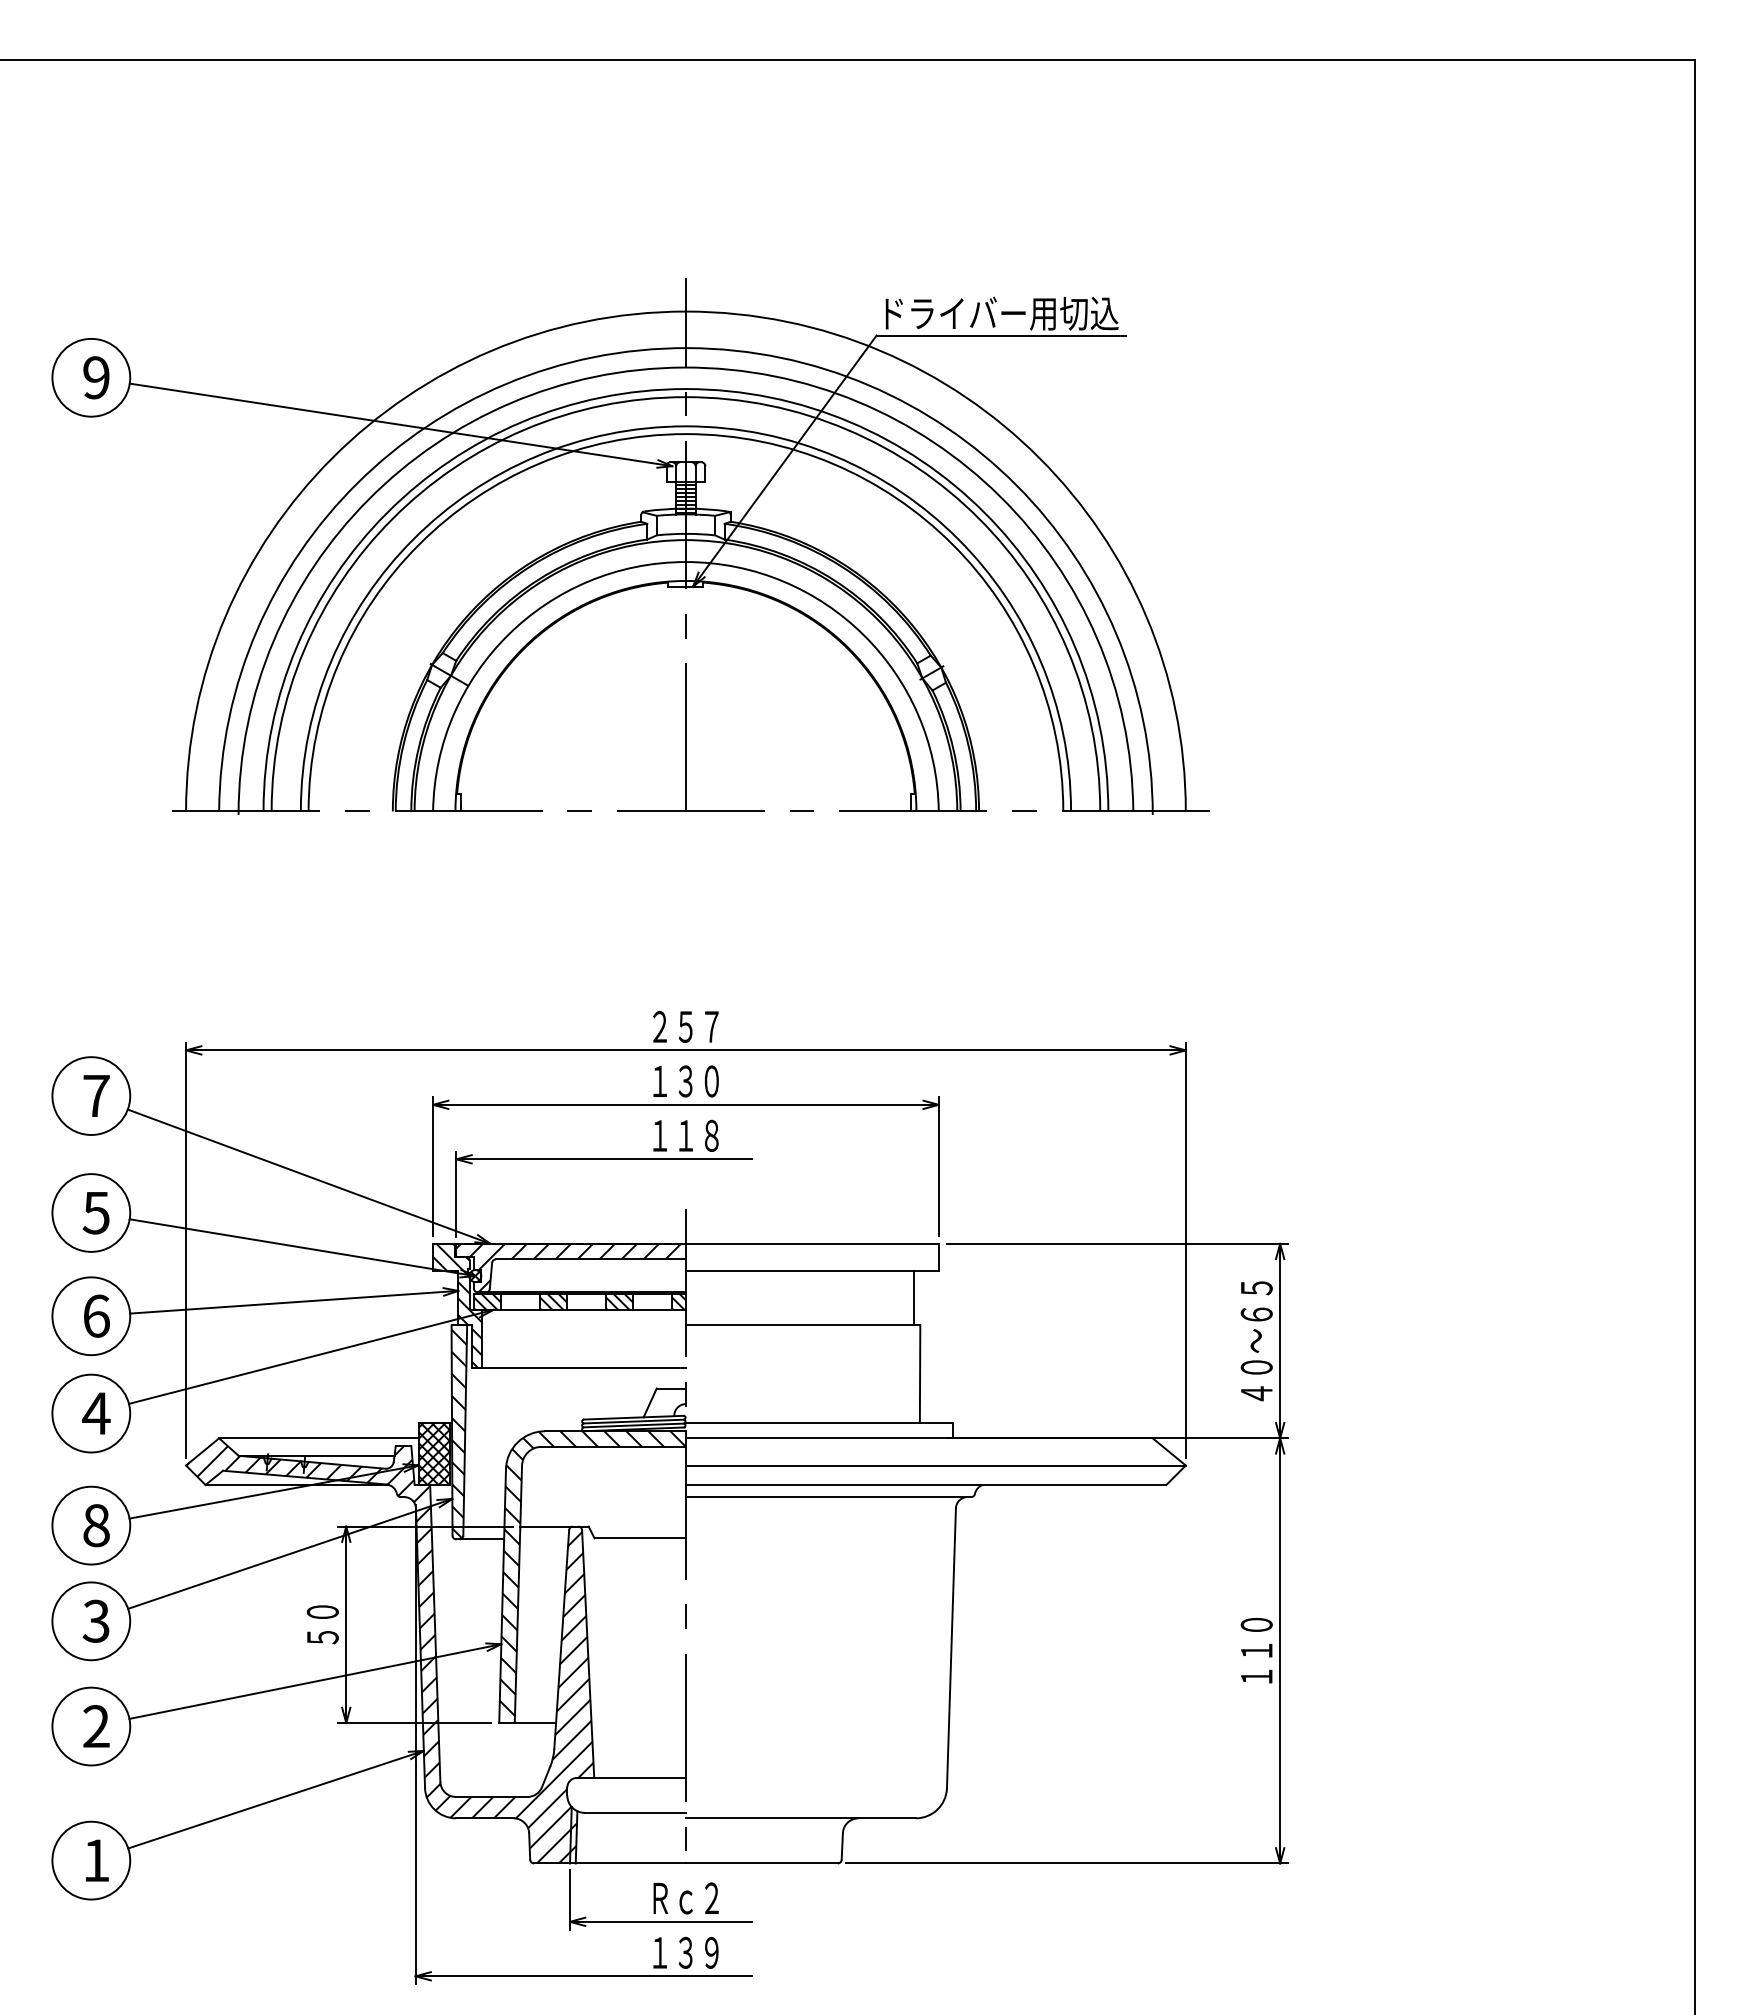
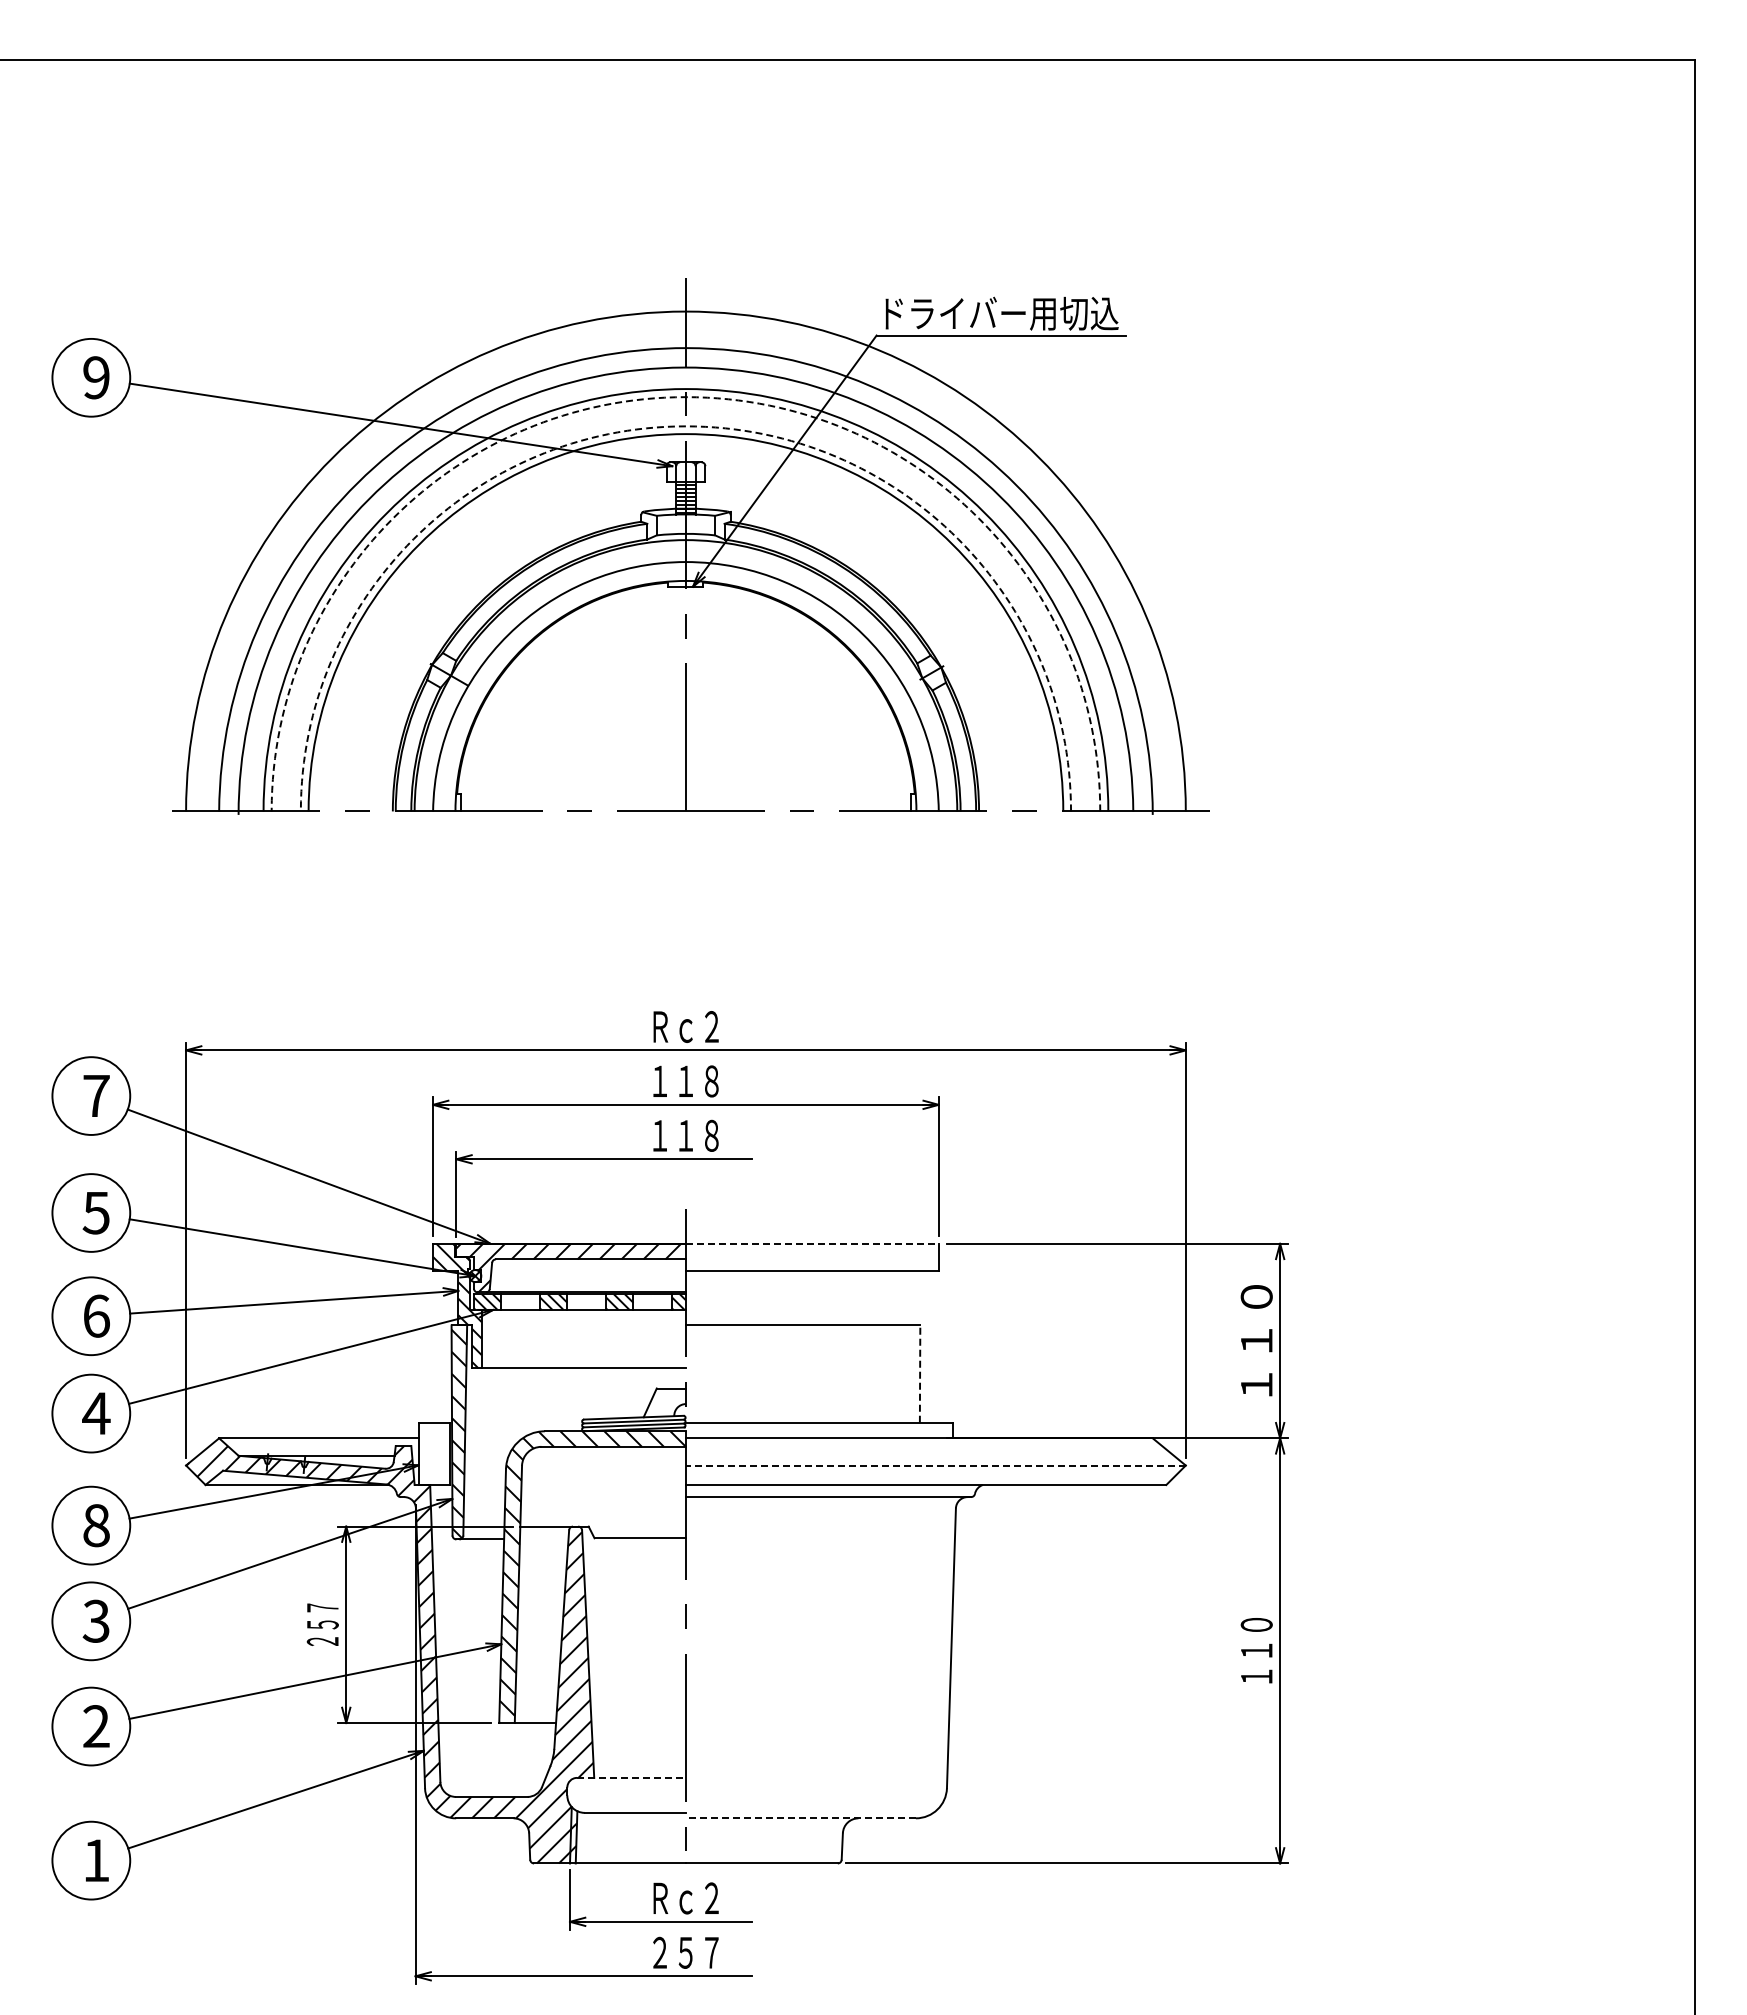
arc at (685, 397): solid -> dashed
arc at (685, 426): solid -> dashed
text at (685, 1027): ２５７ -> Ｒｃ２
text at (698, 1081): １３０ -> １１８
line at (812, 1243): solid -> dashed
line at (913, 1298): present -> none
text at (1256, 1341): ４０～６５ -> １１０
line at (920, 1374): solid -> dashed
hatch at (433, 1453): present -> none
line at (935, 1465): solid -> dashed
text at (322, 1624): ５０ -> ２５７
line at (631, 1777): solid -> dashed
line at (800, 1818): solid -> dashed
text at (685, 1952): １３９ -> ２５７
